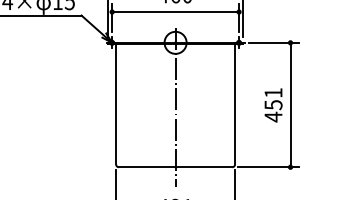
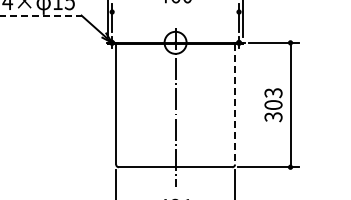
line at (175, 12): present -> none
line at (41, 15): solid -> dashed
line at (235, 104): solid -> dashed
text at (273, 105): 451 -> 303
